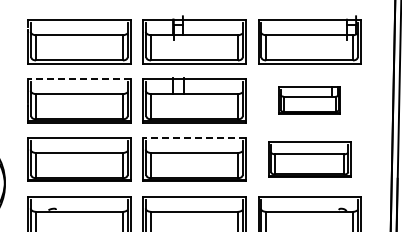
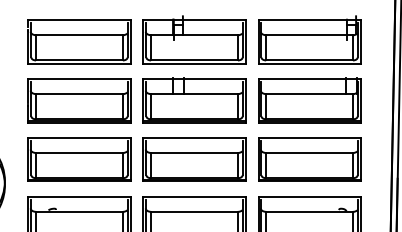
line at (78, 78): dashed -> solid
part at (309, 100) size: 63x29 px -> 104x47 px
line at (194, 137): dashed -> solid
part at (309, 159) size: 84x37 px -> 104x45 px
